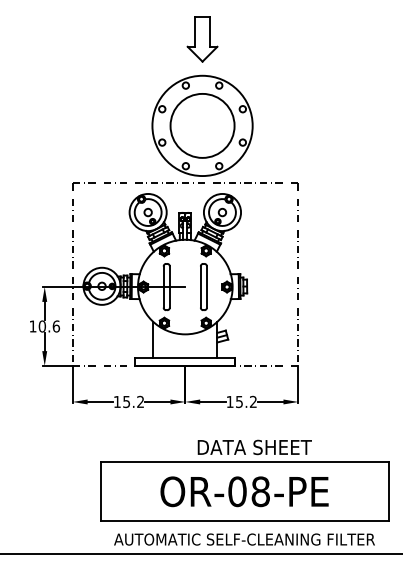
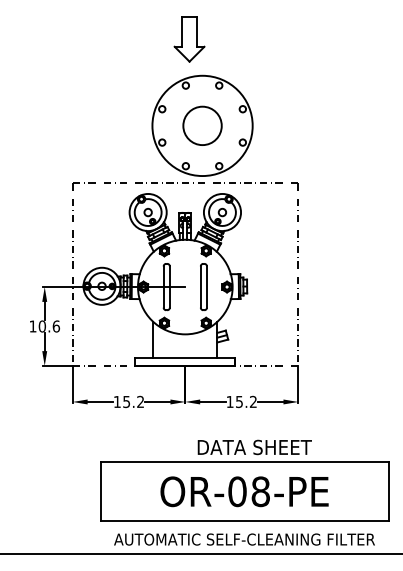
part at (202, 39) position: (202, 39) -> (189, 39)
circle at (202, 125) diameter: 64 px -> 38 px
